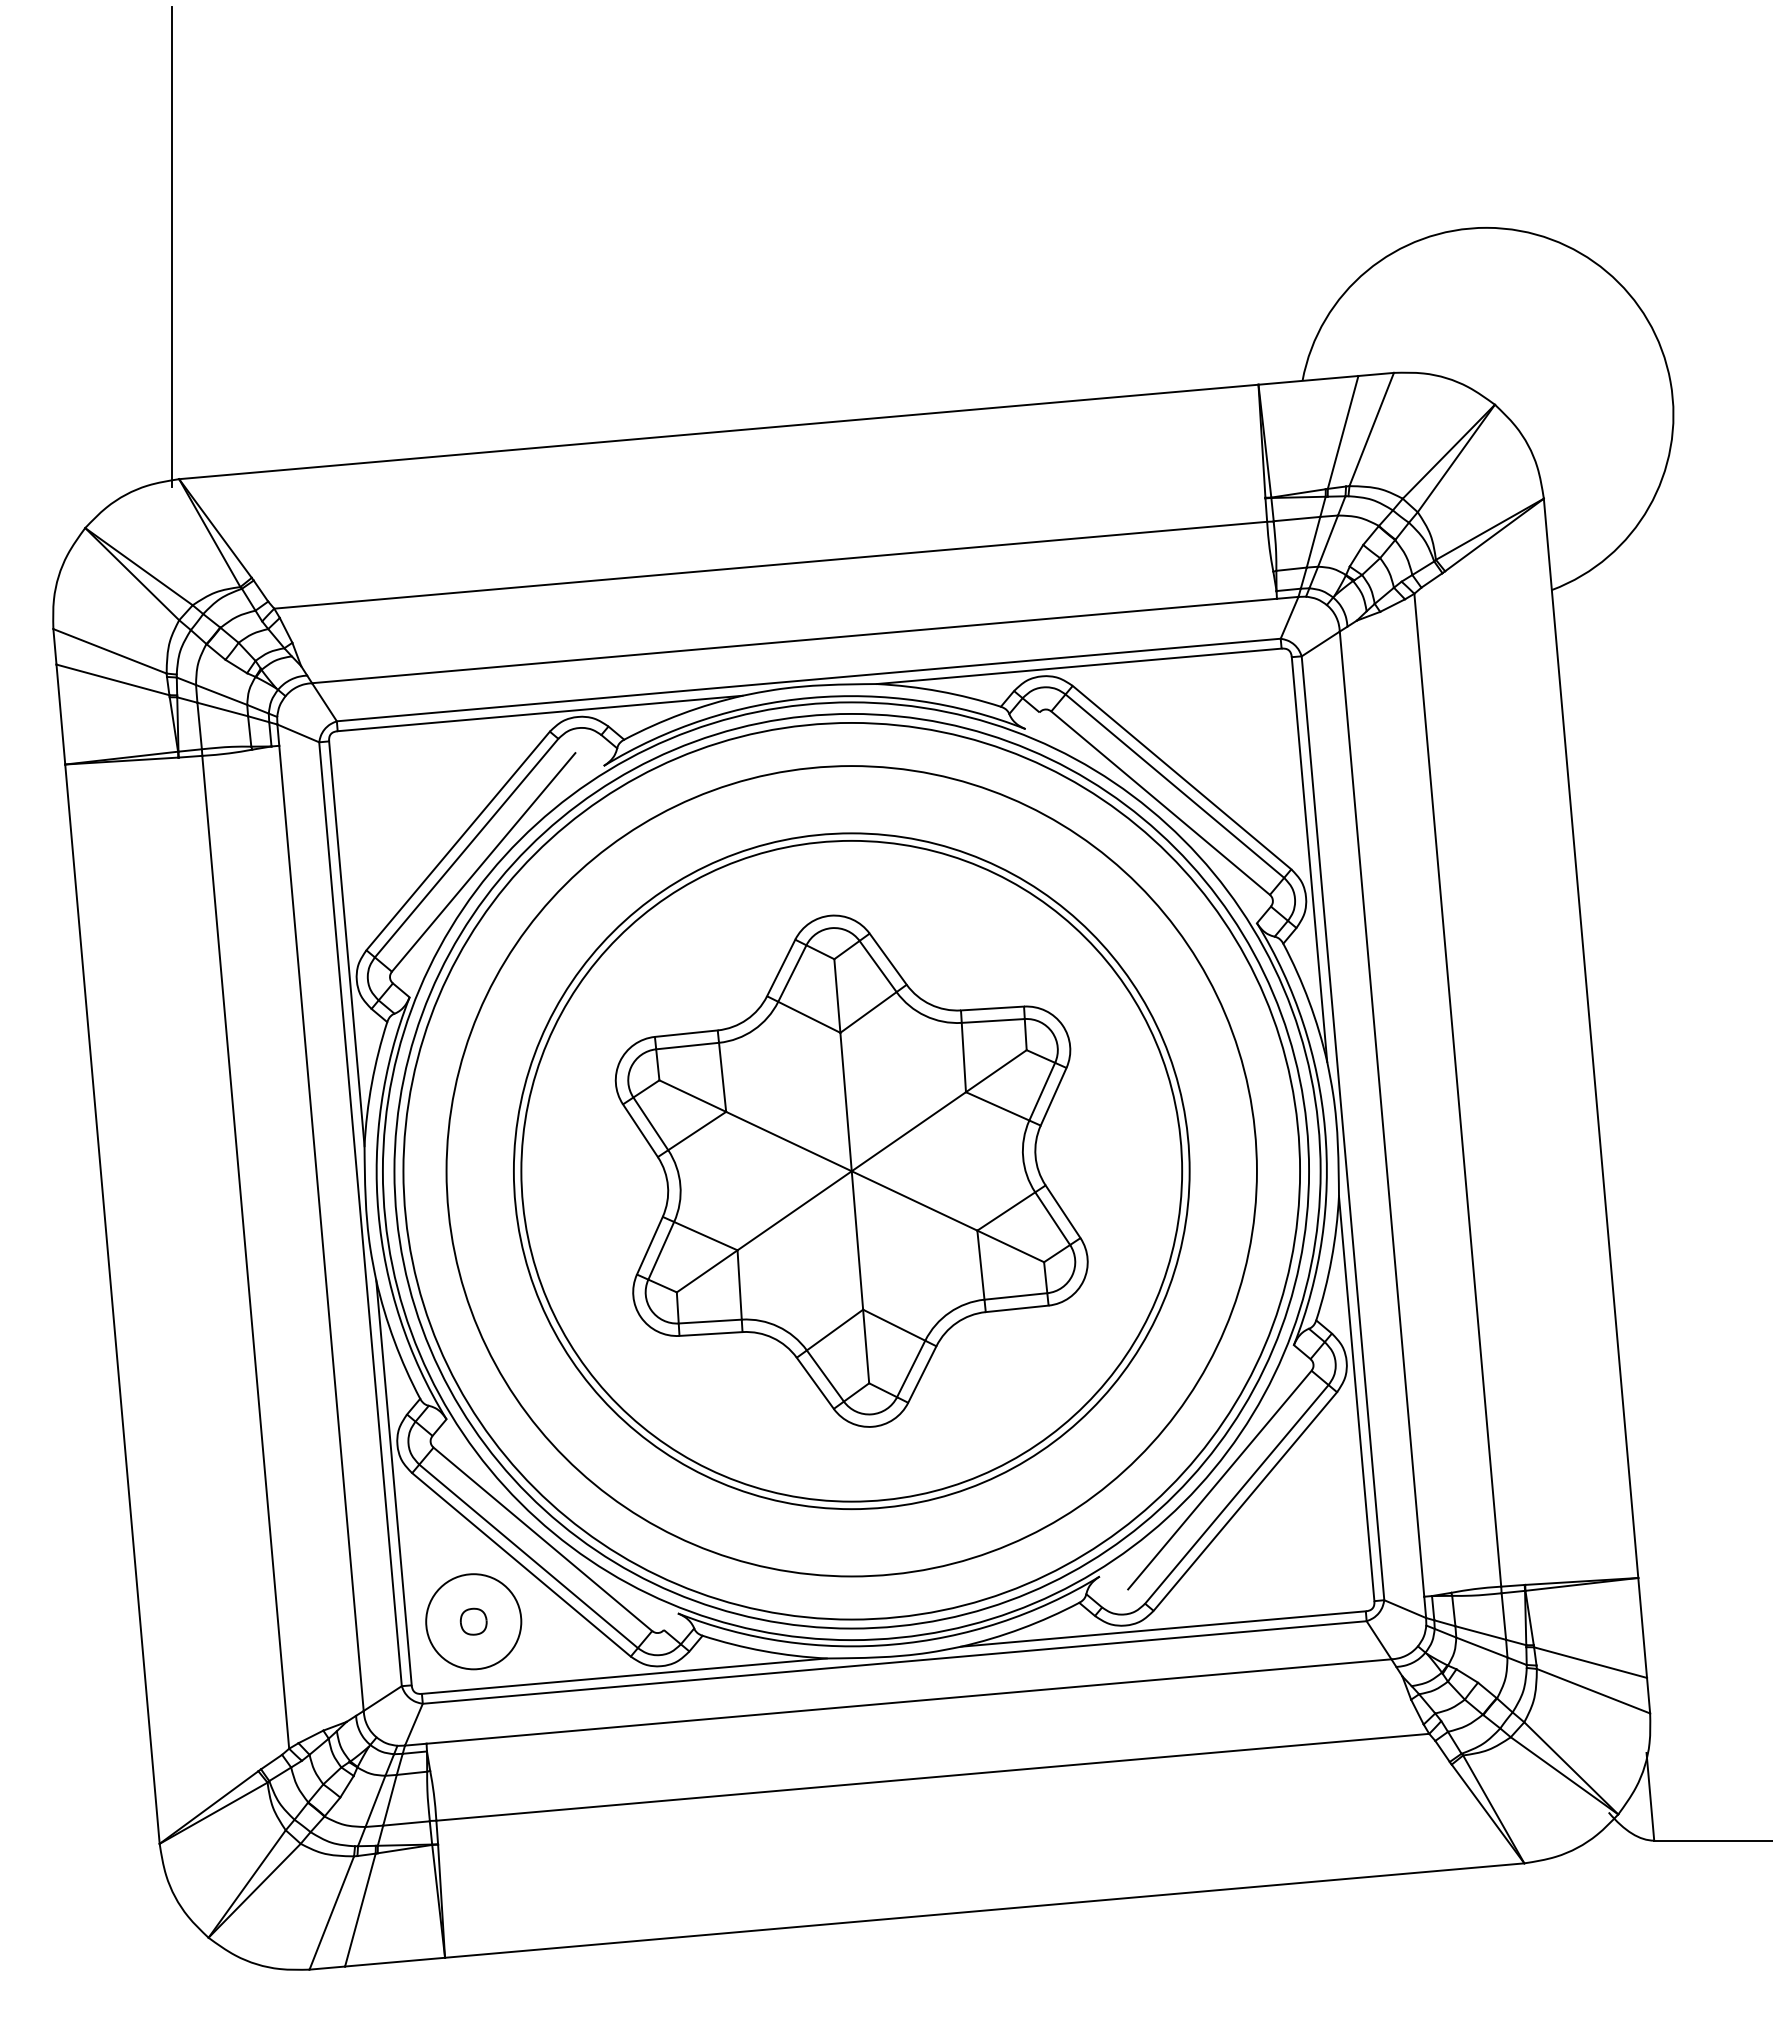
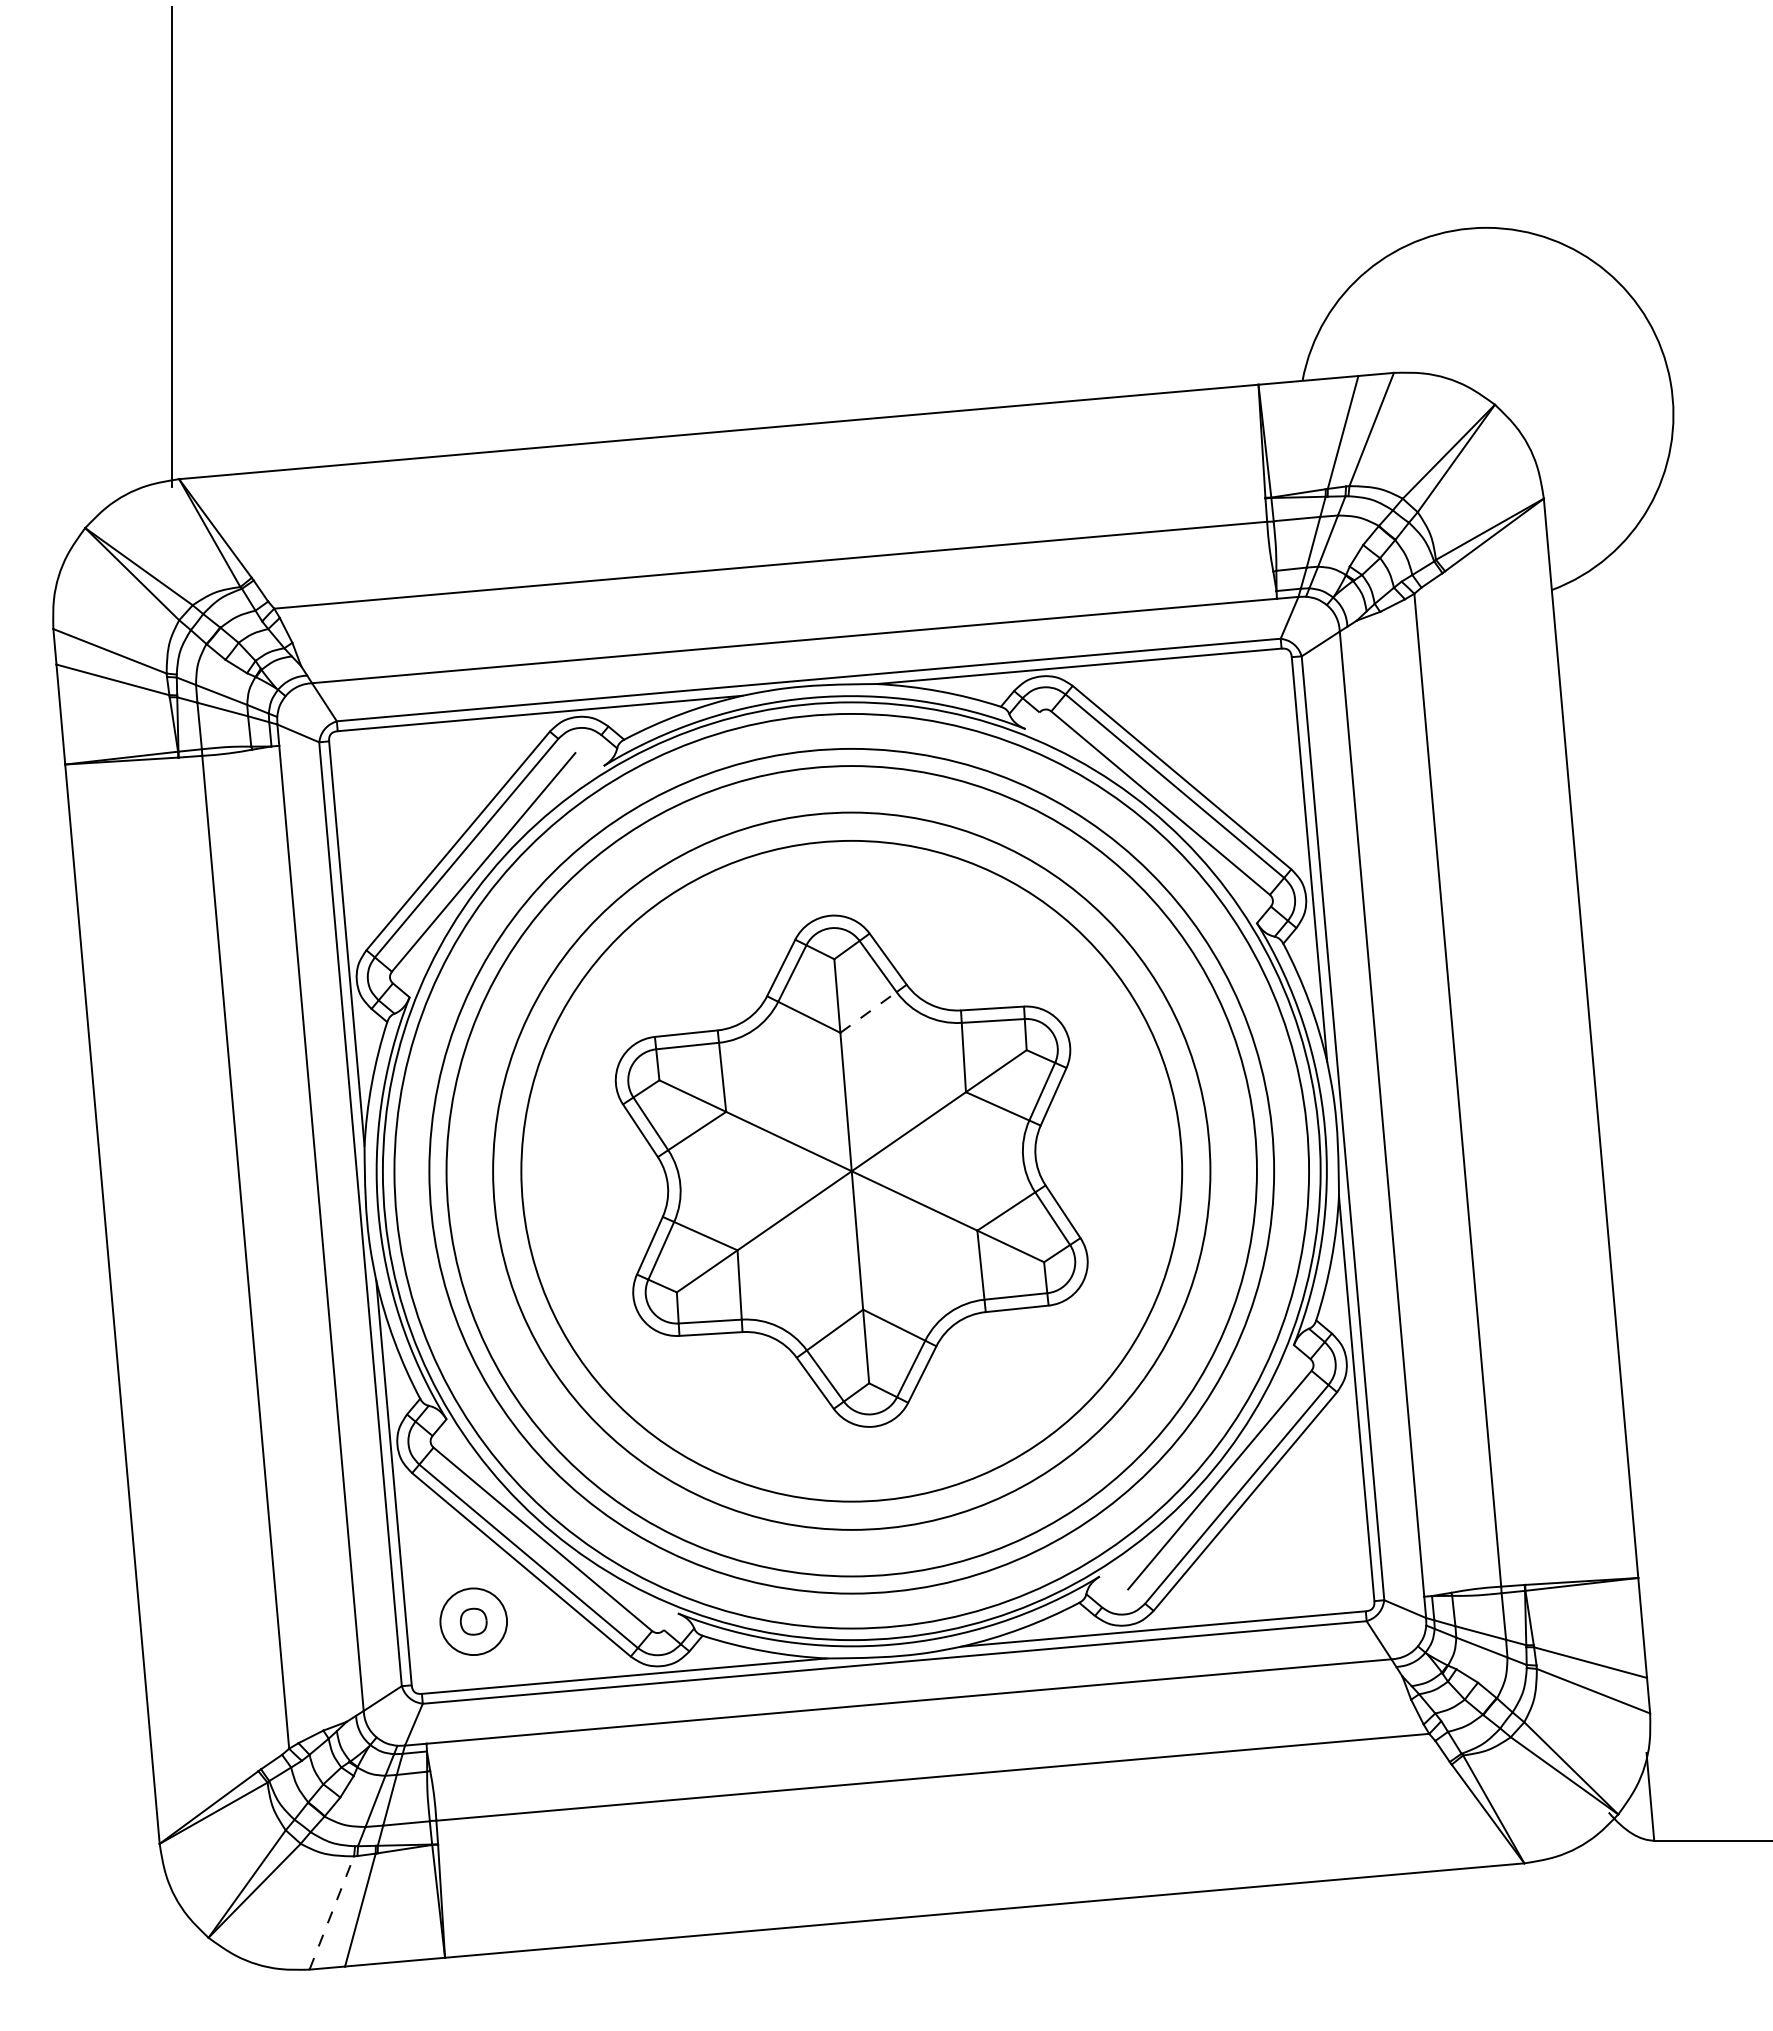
line at (868, 1012): solid -> dashed
circle at (851, 1170) diameter: 897 px -> 717 px
circle at (851, 1171) diameter: 676 px -> 845 px
circle at (473, 1621) diameter: 95 px -> 67 px
line at (331, 1913): solid -> dashed
